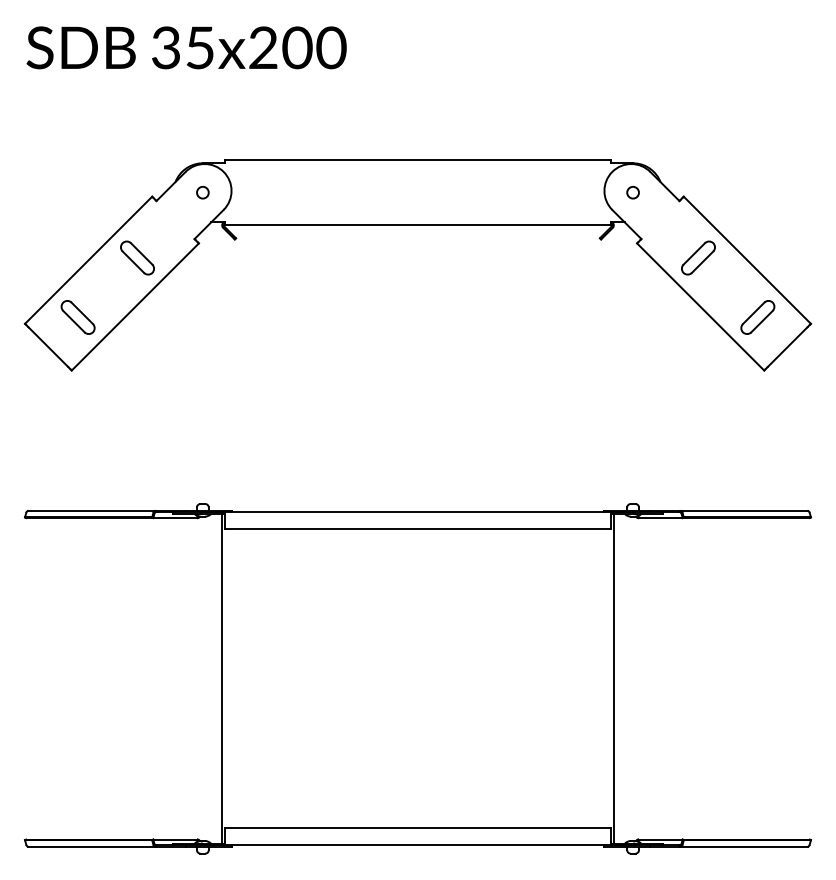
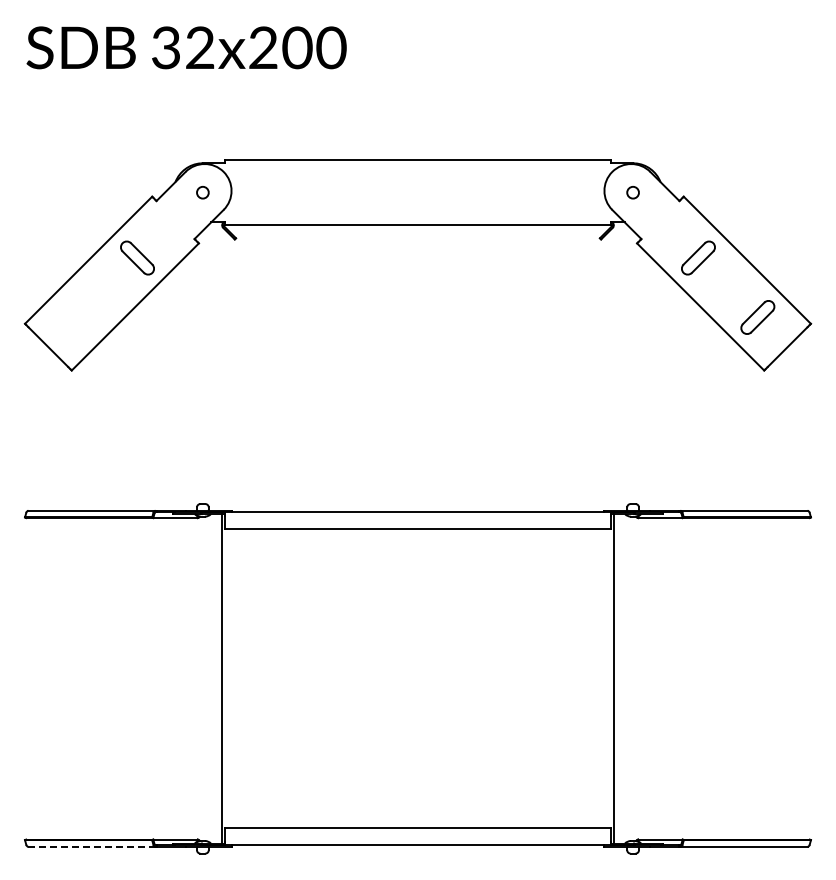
text at (200, 47): 35x200 -> 32x200
part at (77, 317): present -> none
line at (92, 846): solid -> dashed
